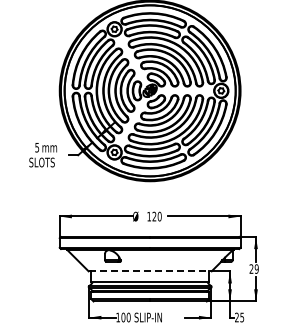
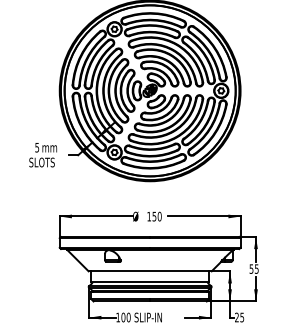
text at (154, 216): 120 -> 150
text at (253, 268): 29 -> 55
line at (150, 271): dashed -> solid
